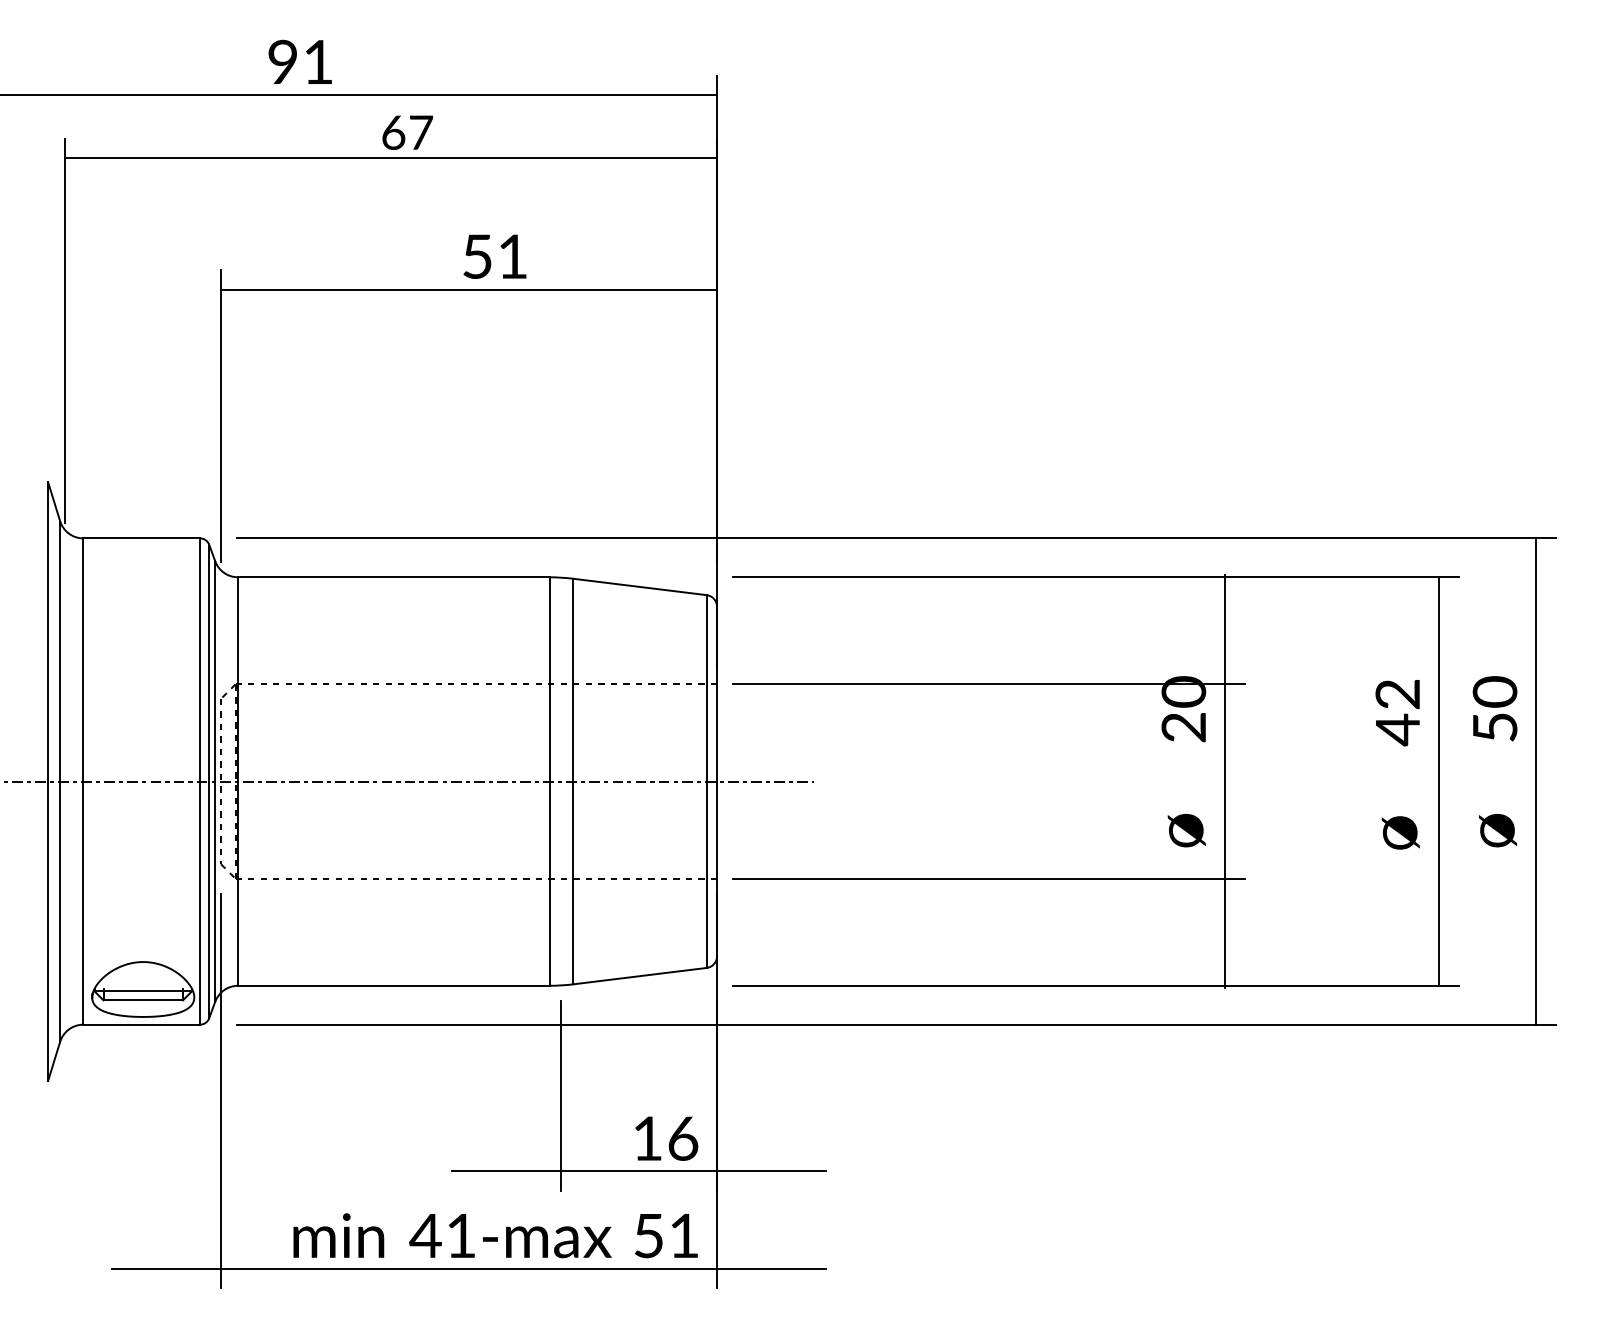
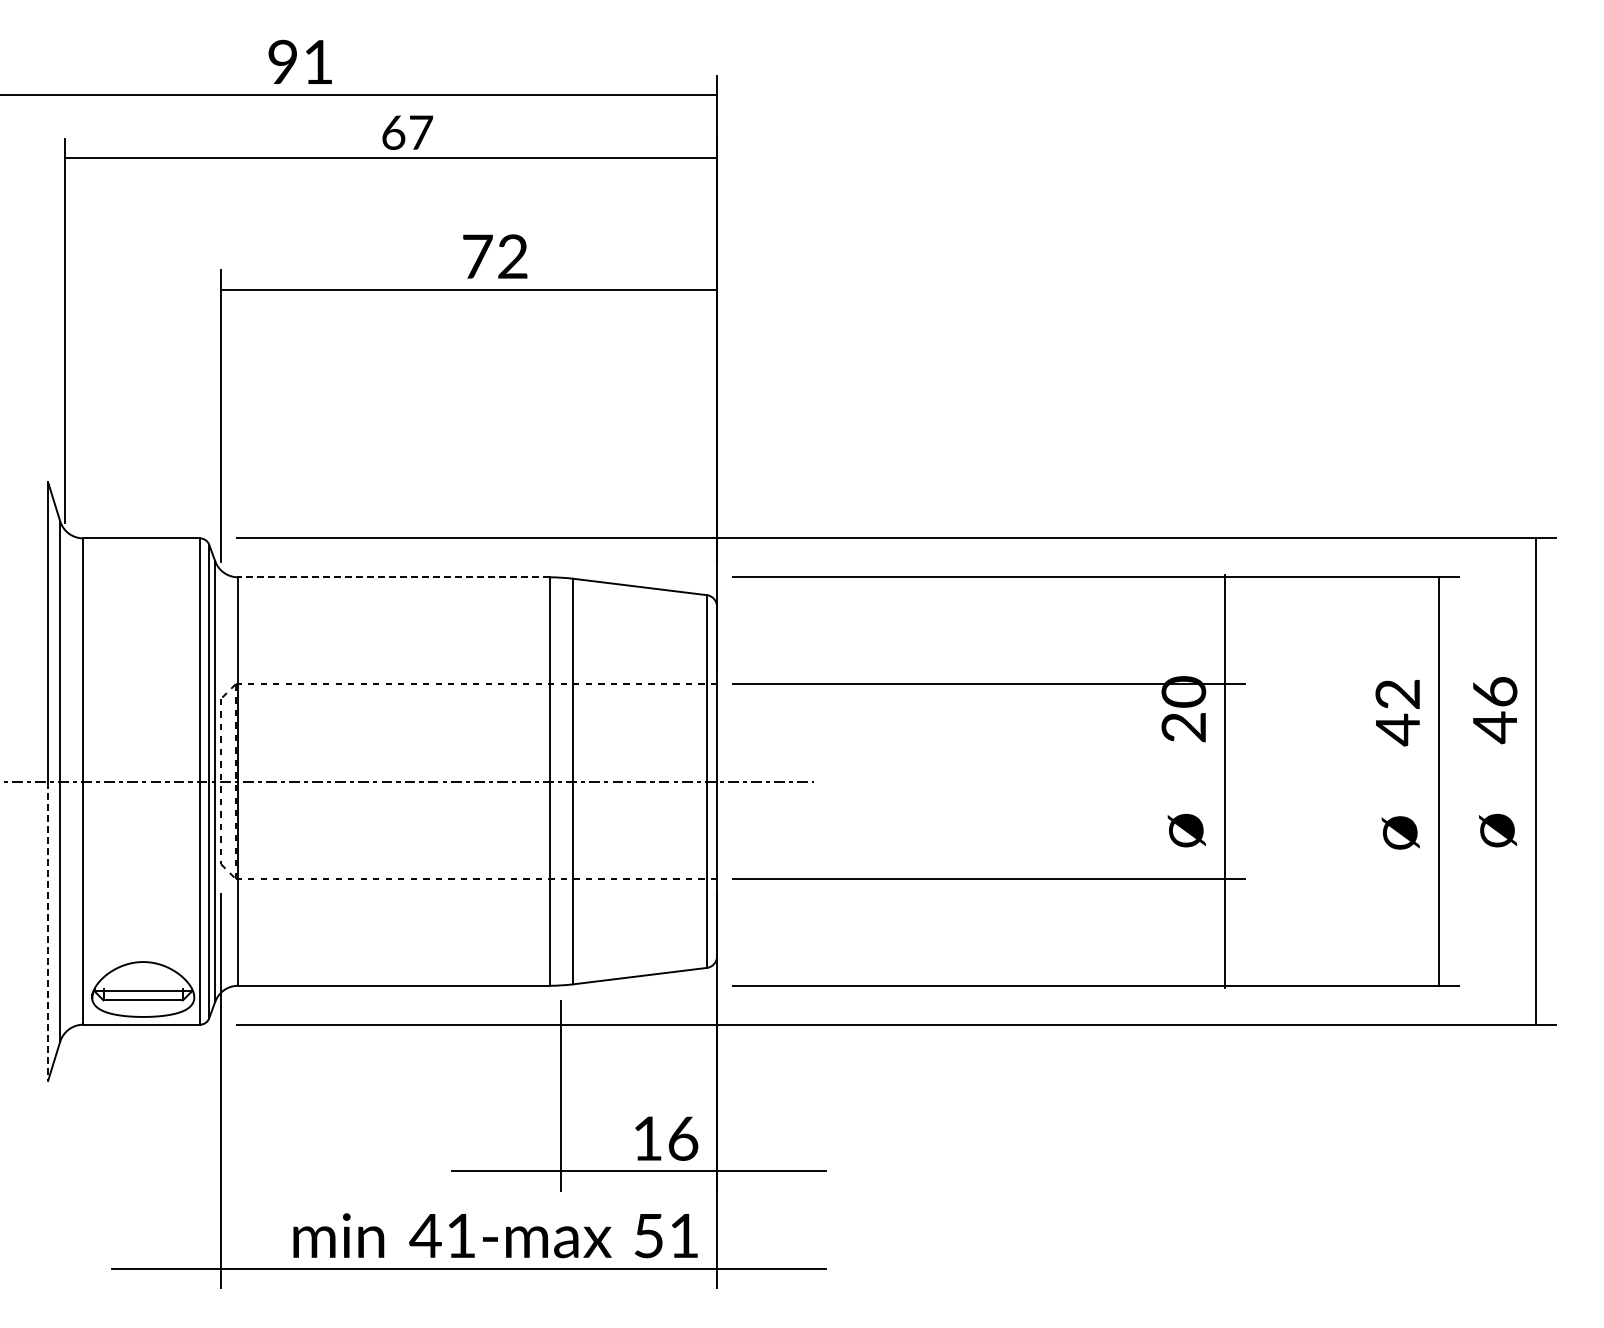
text at (495, 256): 51 -> 72
line at (393, 577): solid -> dashed
text at (1494, 710): 50 -> 46
line at (48, 931): solid -> dashed
